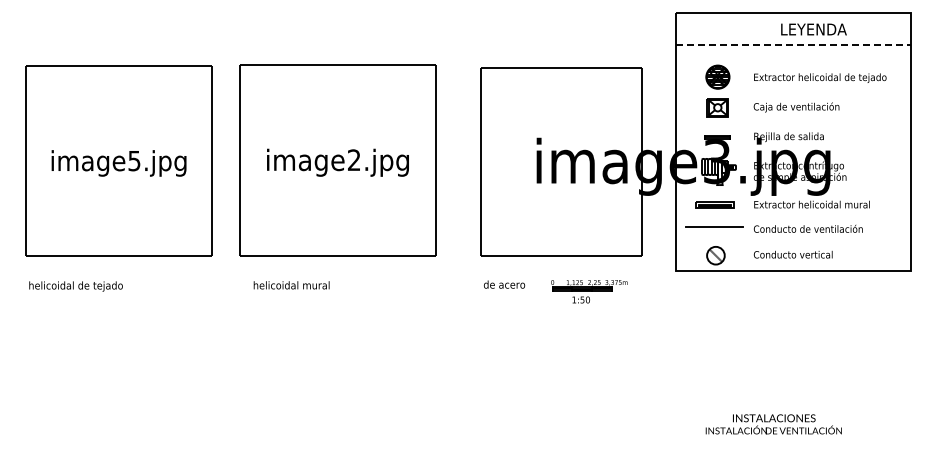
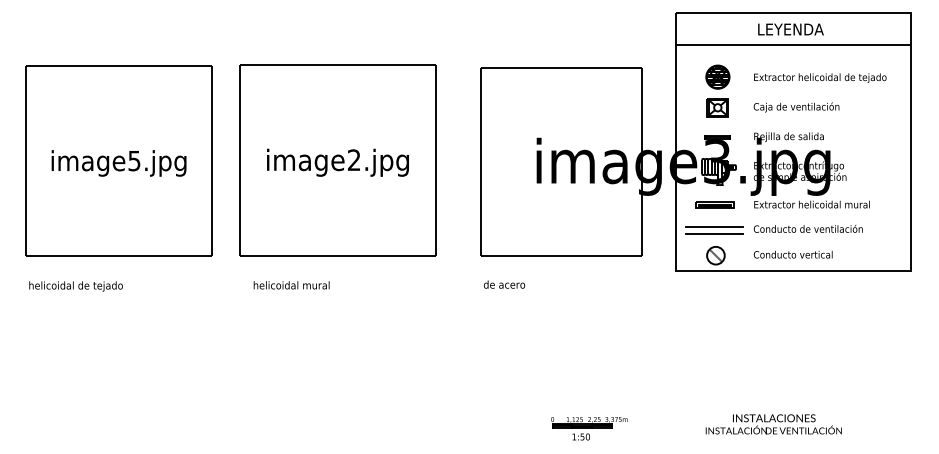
text at (813, 29) position: (813, 29) -> (790, 29)
line at (794, 45): dashed -> solid
line at (714, 234): none -> present
part at (589, 291) position: (589, 291) -> (589, 428)
